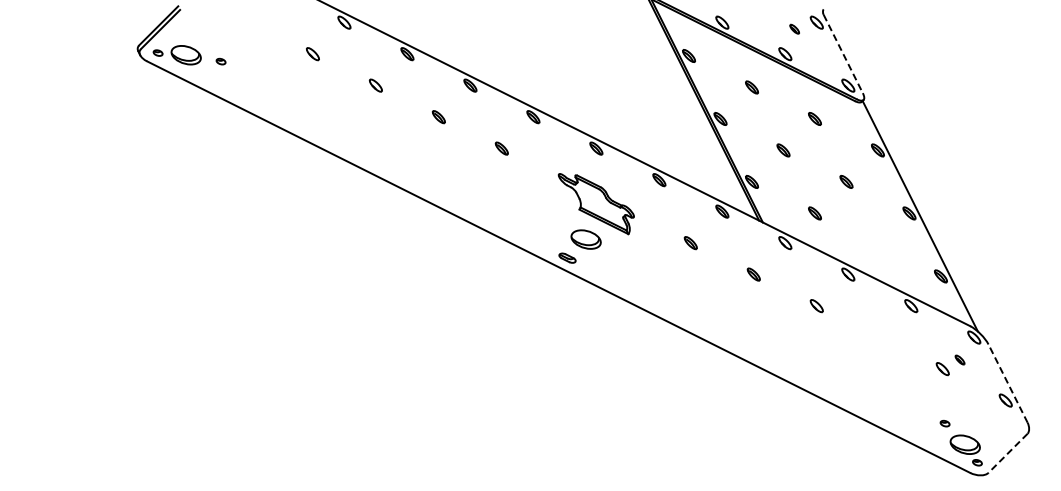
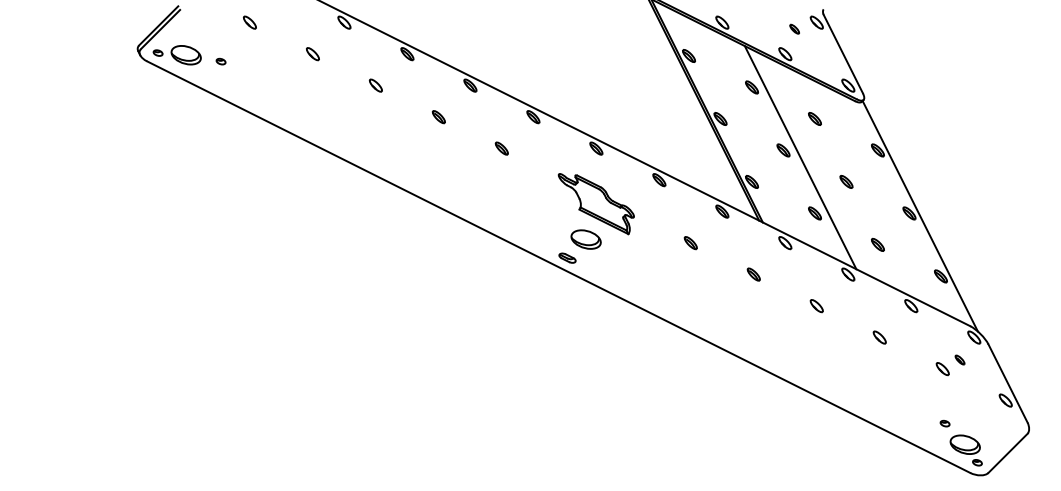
part at (249, 22): none -> present
line at (843, 54): dashed -> solid
line at (800, 157): none -> present
part at (877, 244): none -> present
part at (879, 337): none -> present
line at (1008, 383): dashed -> solid
line at (1008, 453): dashed -> solid
